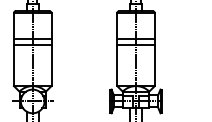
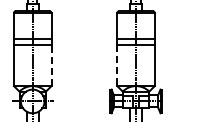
line at (51, 64): solid -> dashed
line at (117, 65): solid -> dashed
